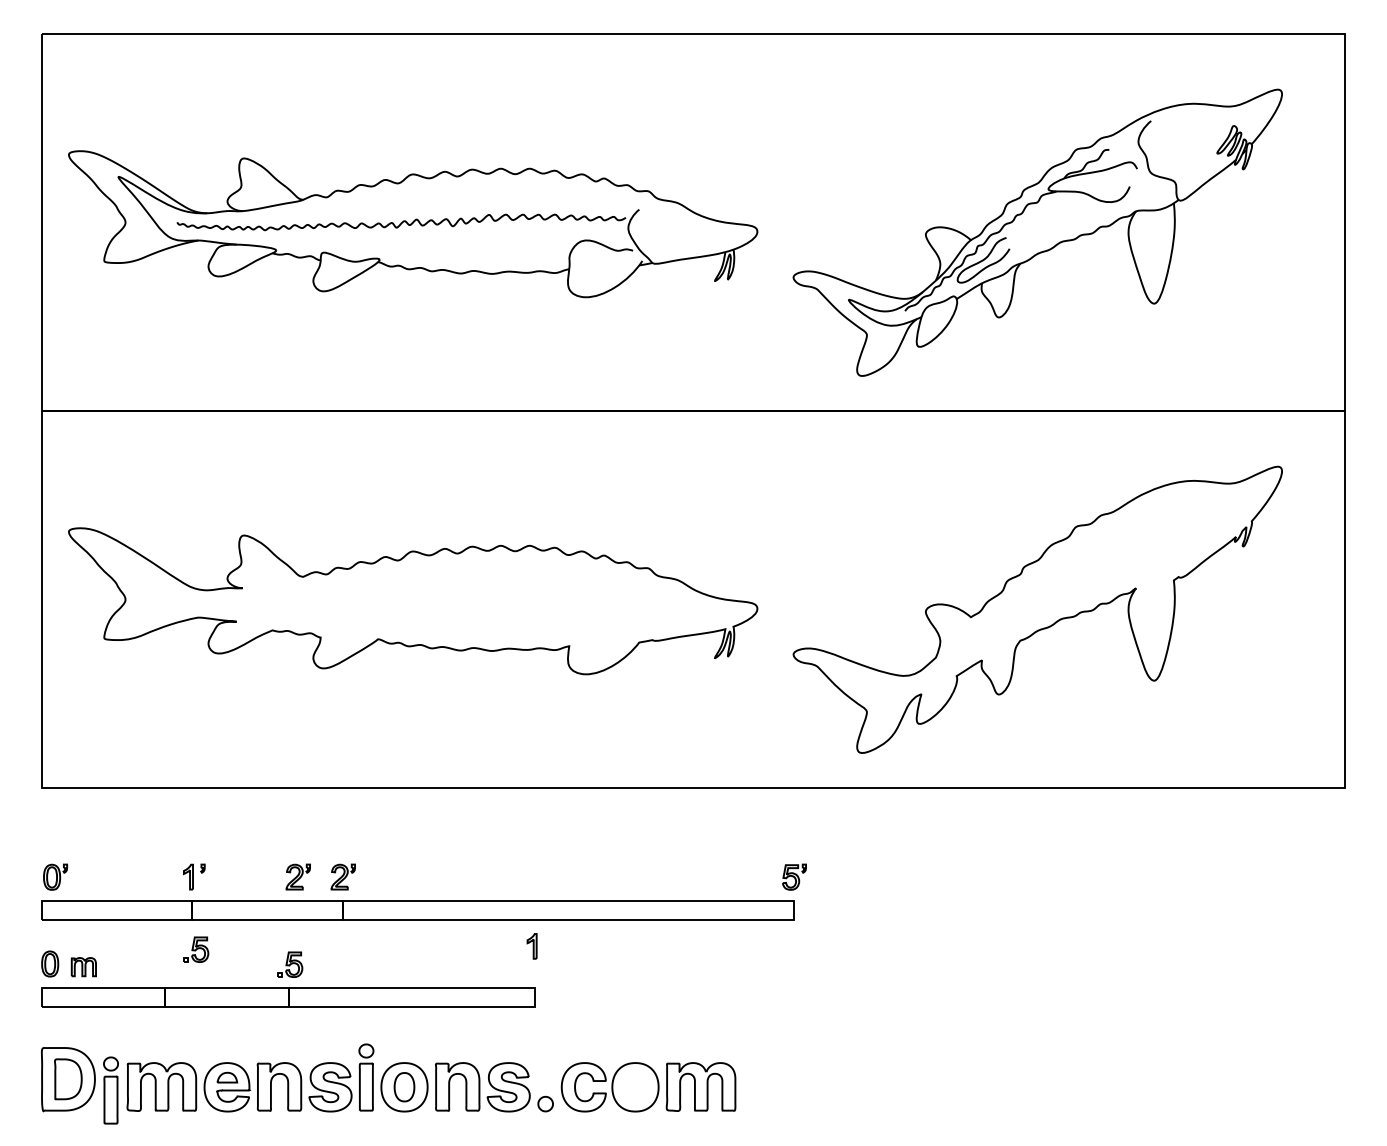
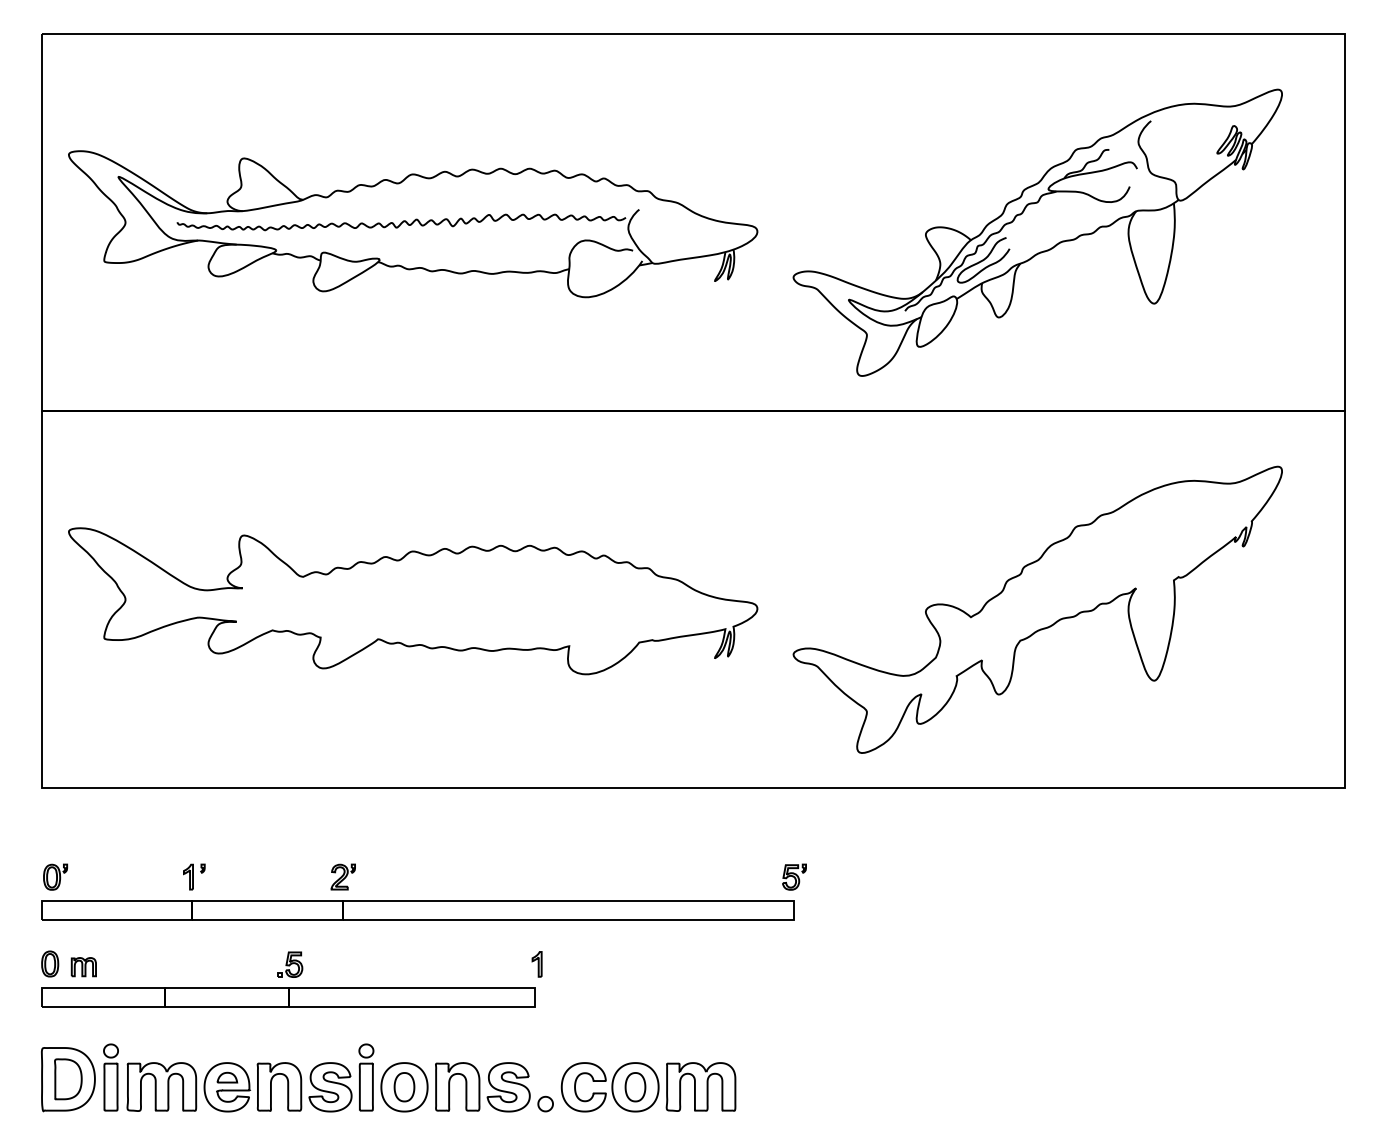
part at (297, 876): present -> none
part at (531, 946) position: (531, 946) -> (536, 964)
part at (196, 949): present -> none
part at (635, 1087): none -> present
part at (110, 1090) position: (110, 1090) -> (110, 1077)
